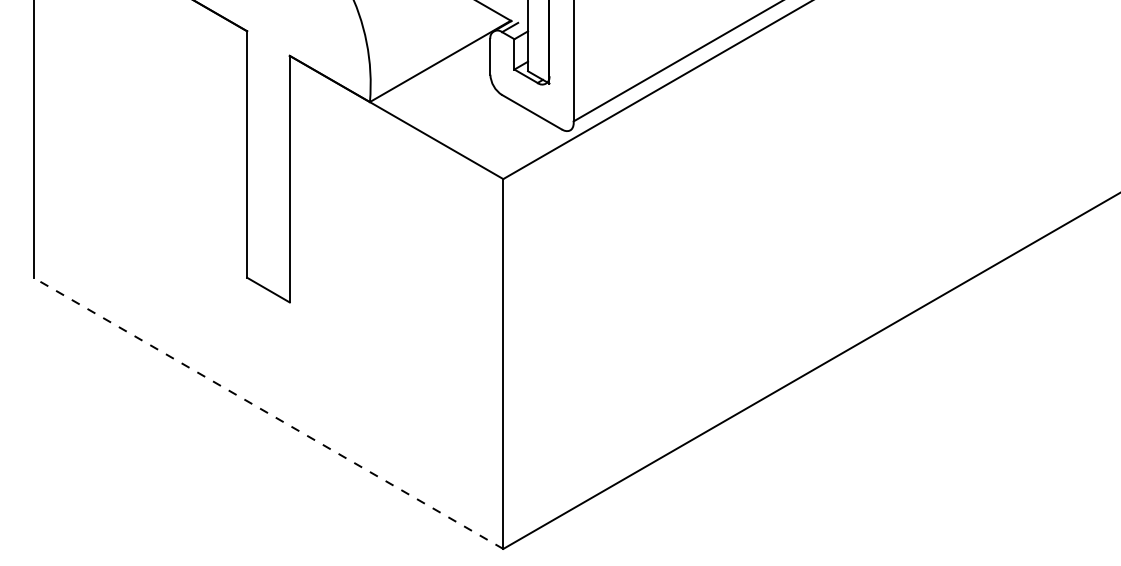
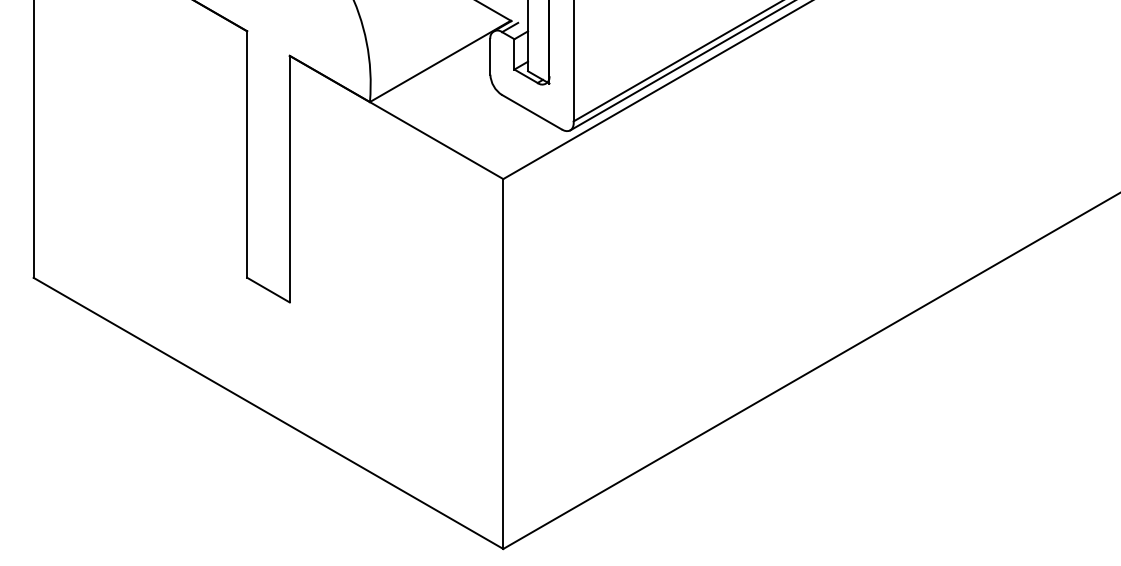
line at (681, 66): none -> present
line at (268, 413): dashed -> solid
